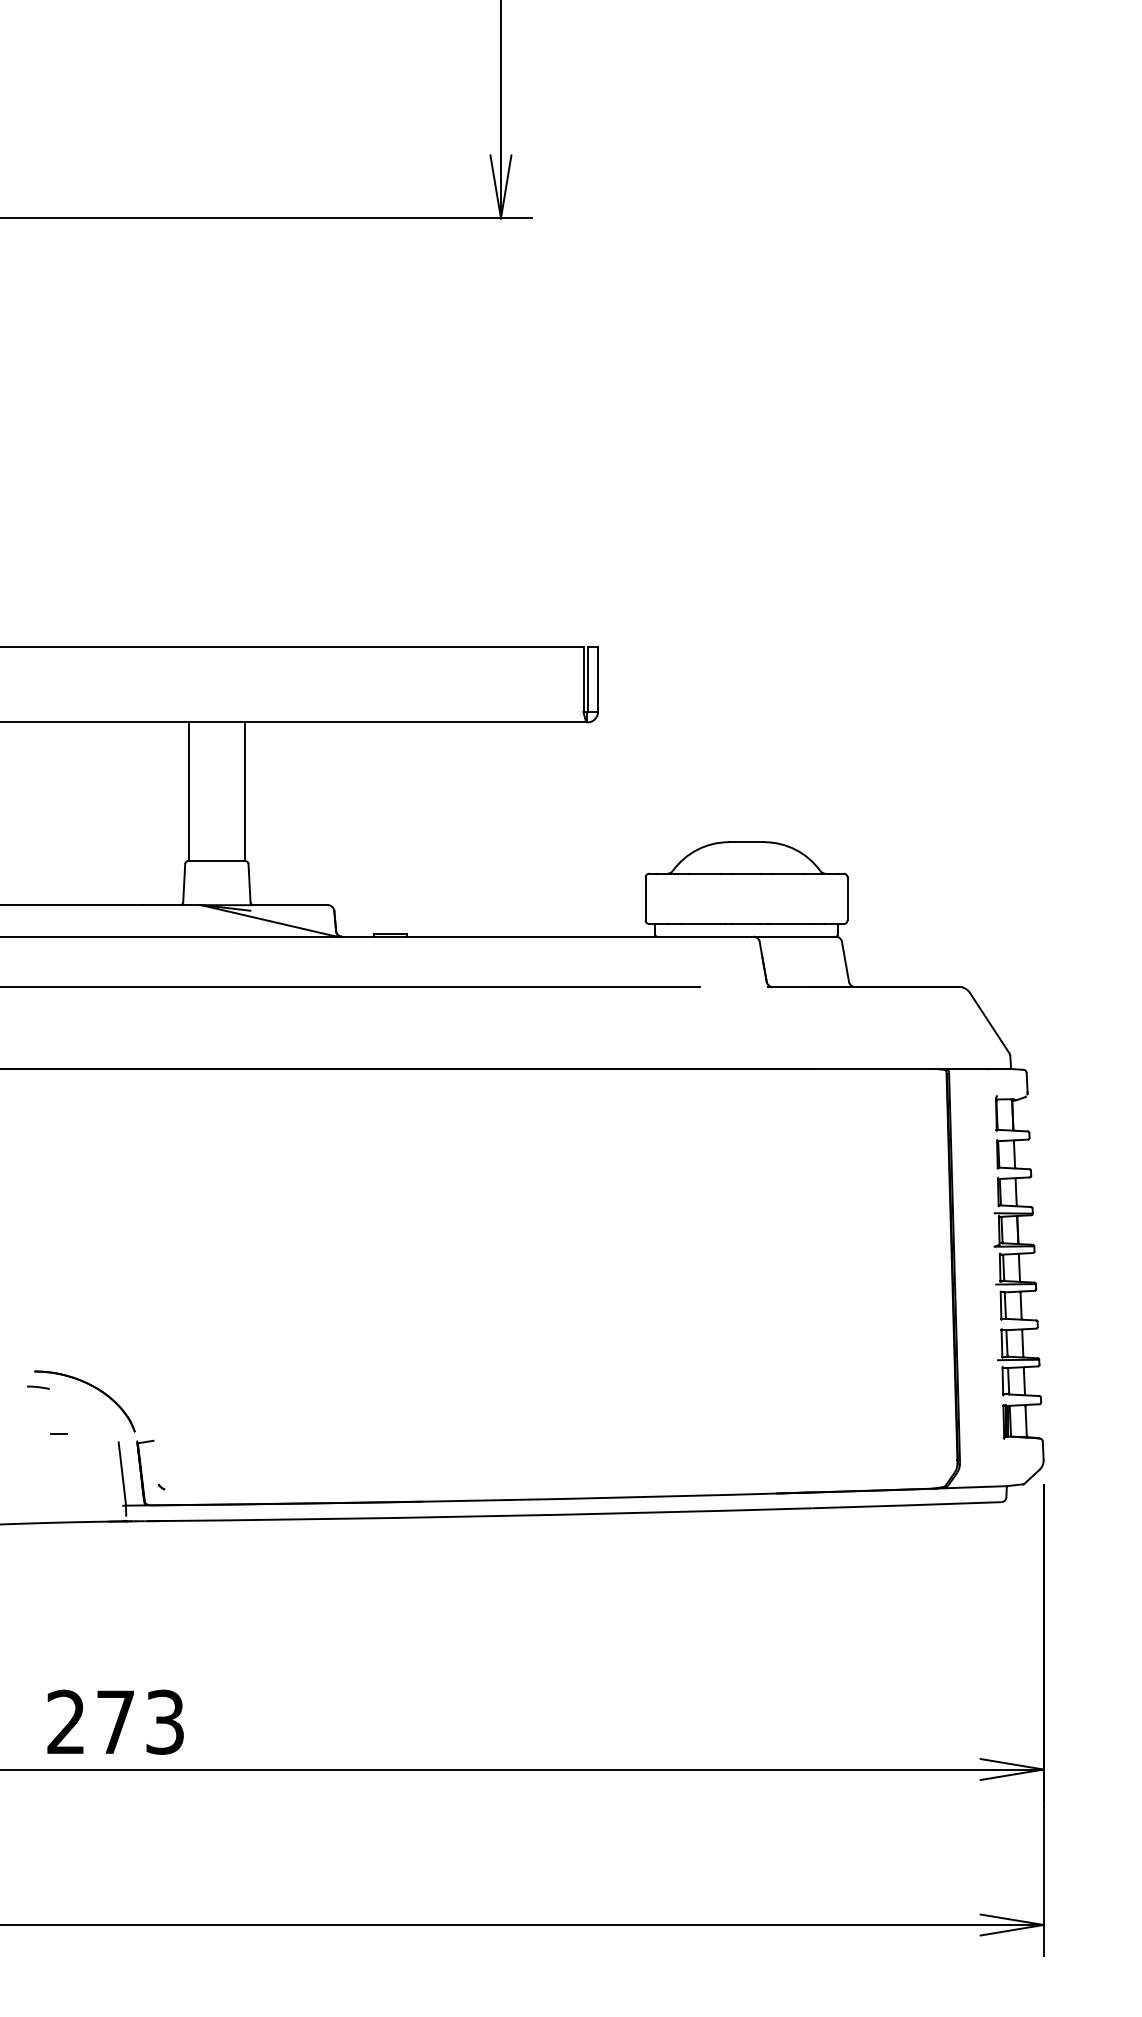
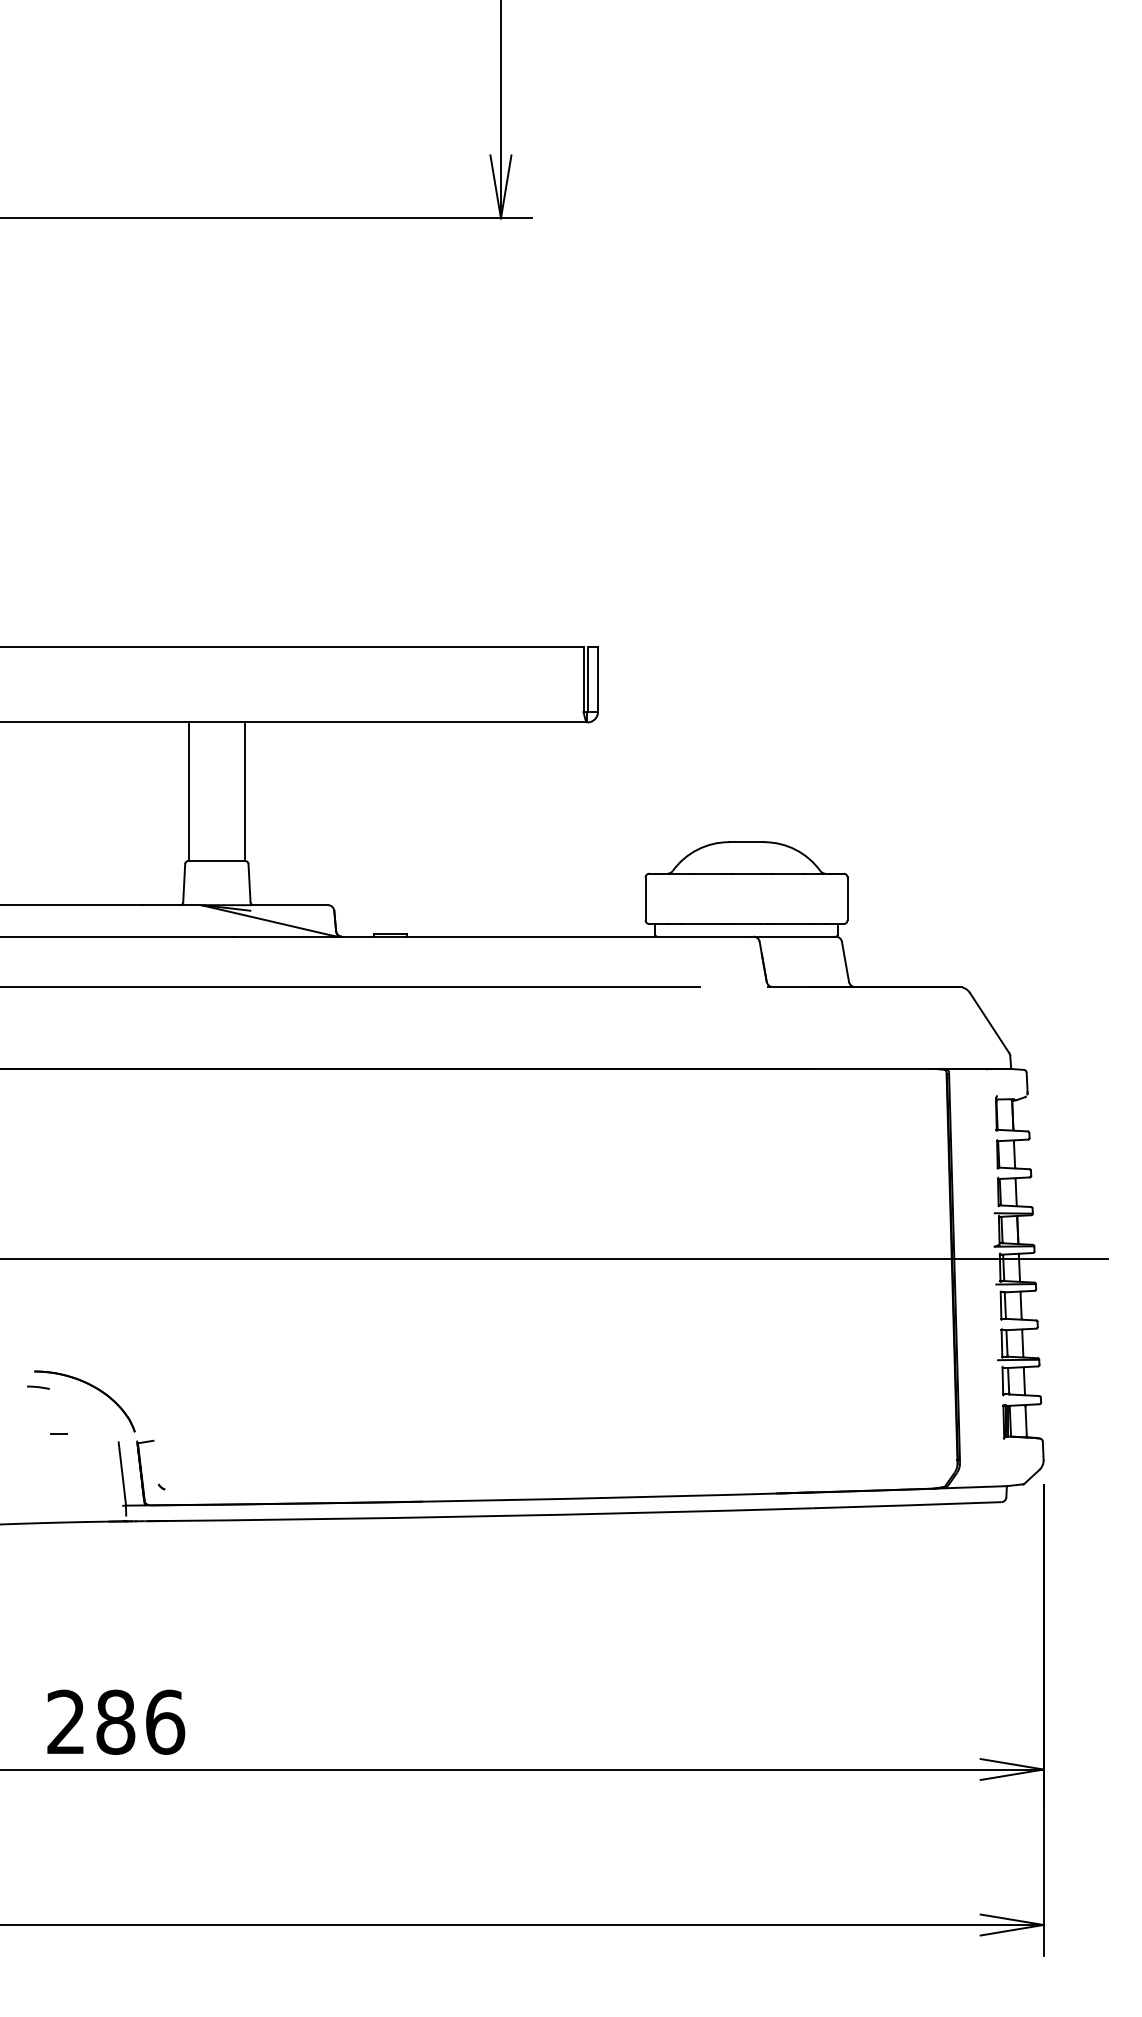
line at (554, 1258): none -> present
text at (140, 1721): 273 -> 286
